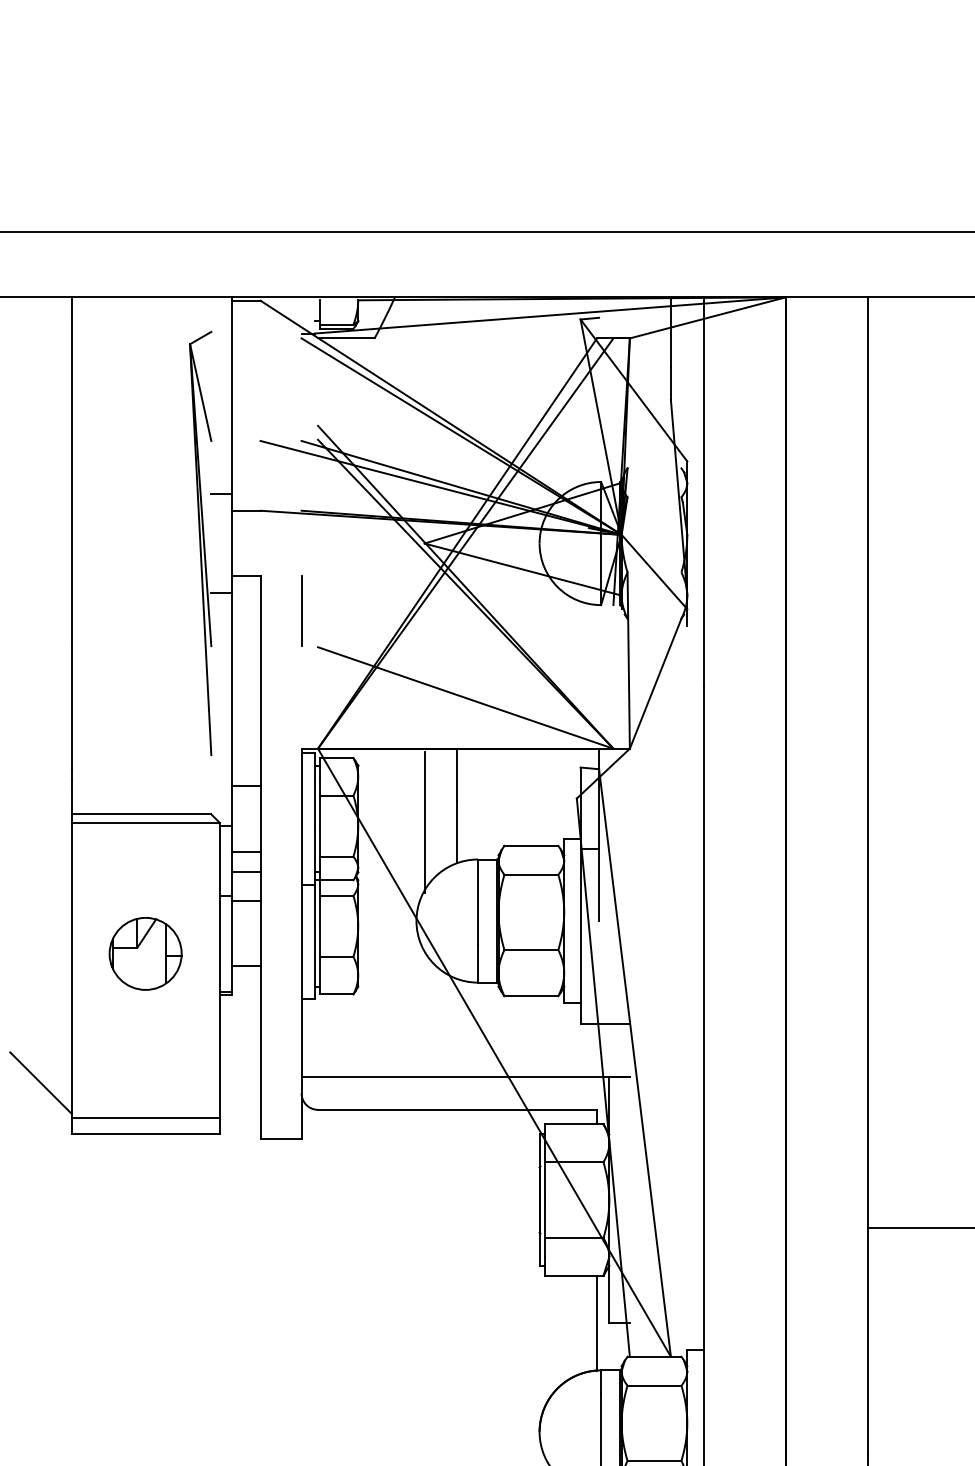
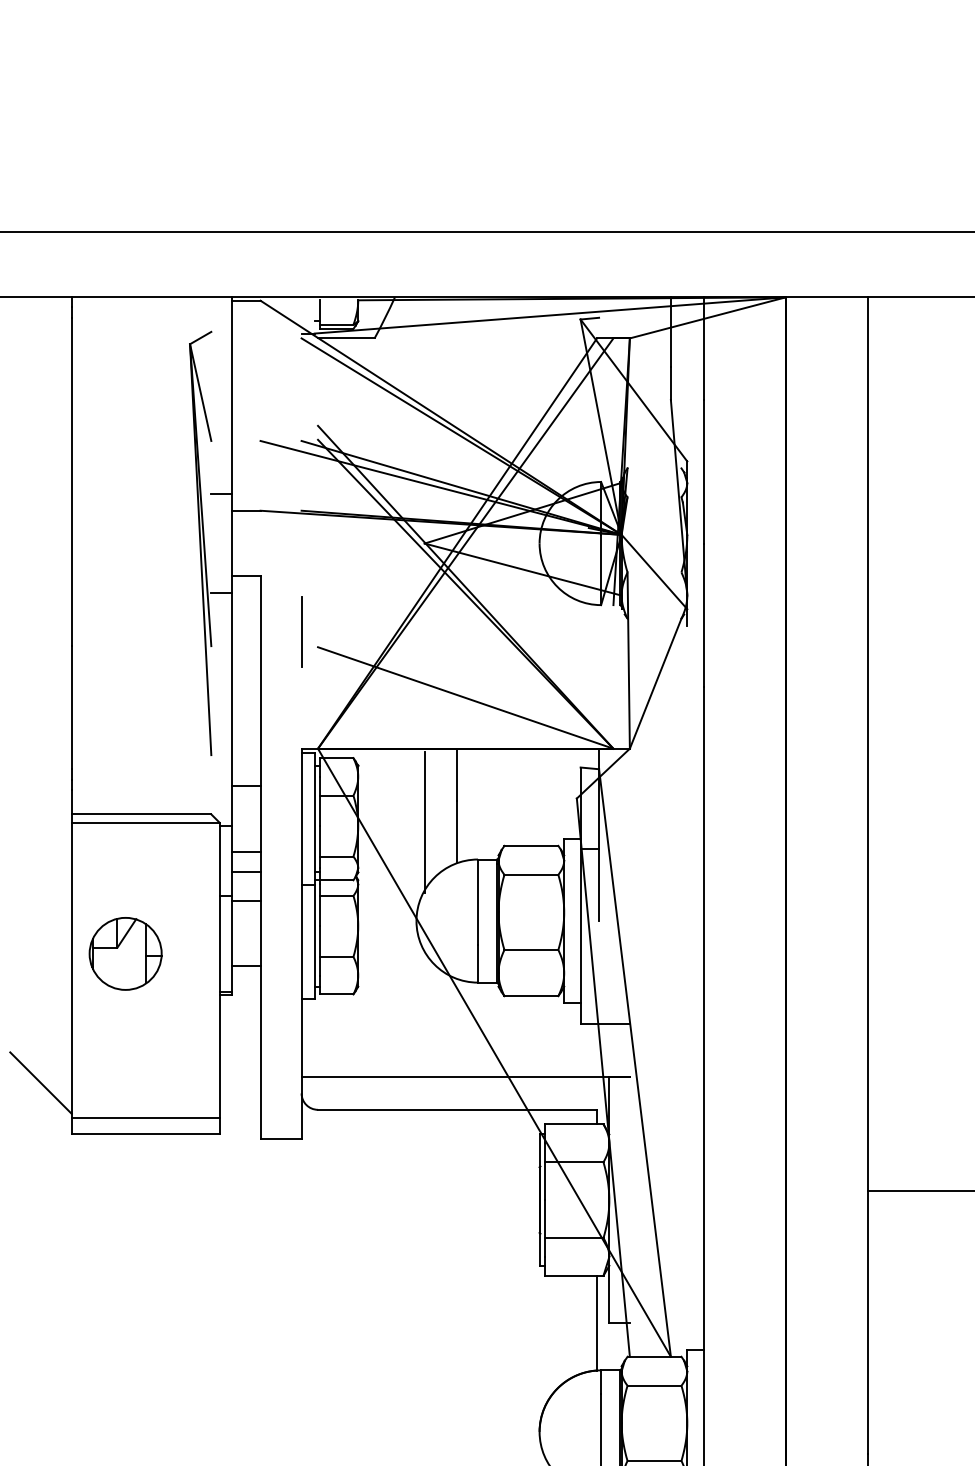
line at (301, 610) position: (301, 610) -> (301, 631)
part at (145, 953) position: (145, 953) -> (125, 953)
line at (919, 1227) position: (919, 1227) -> (919, 1190)
